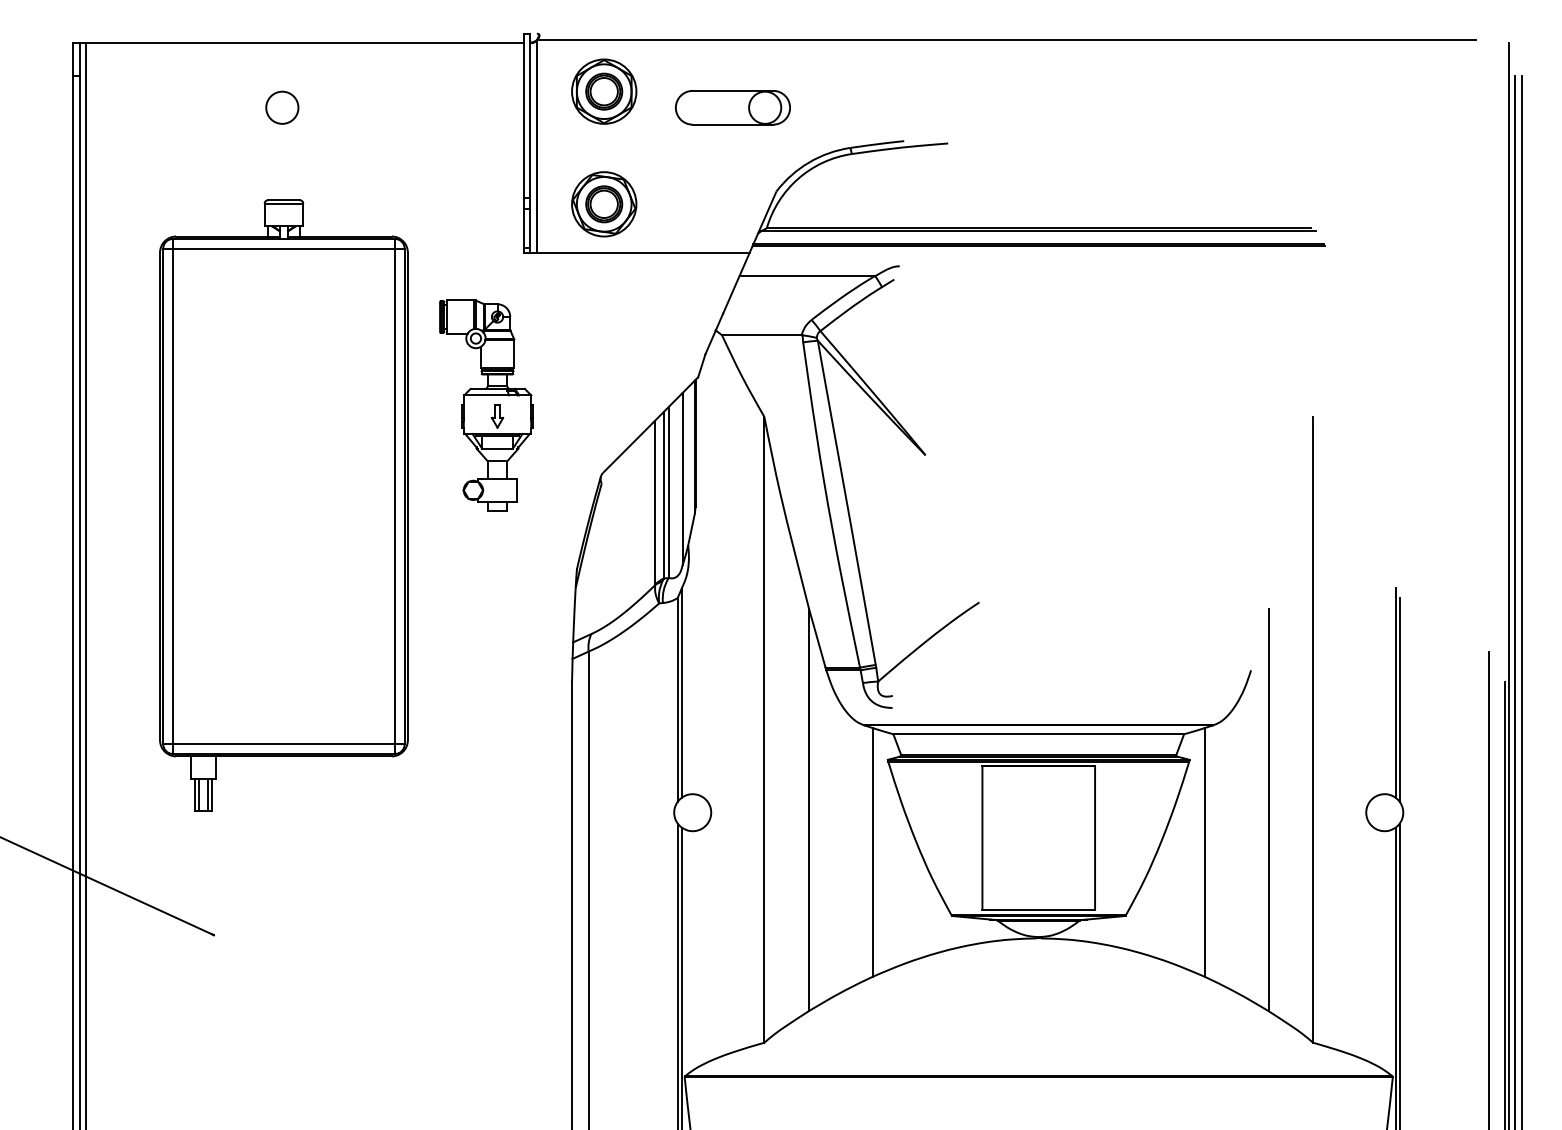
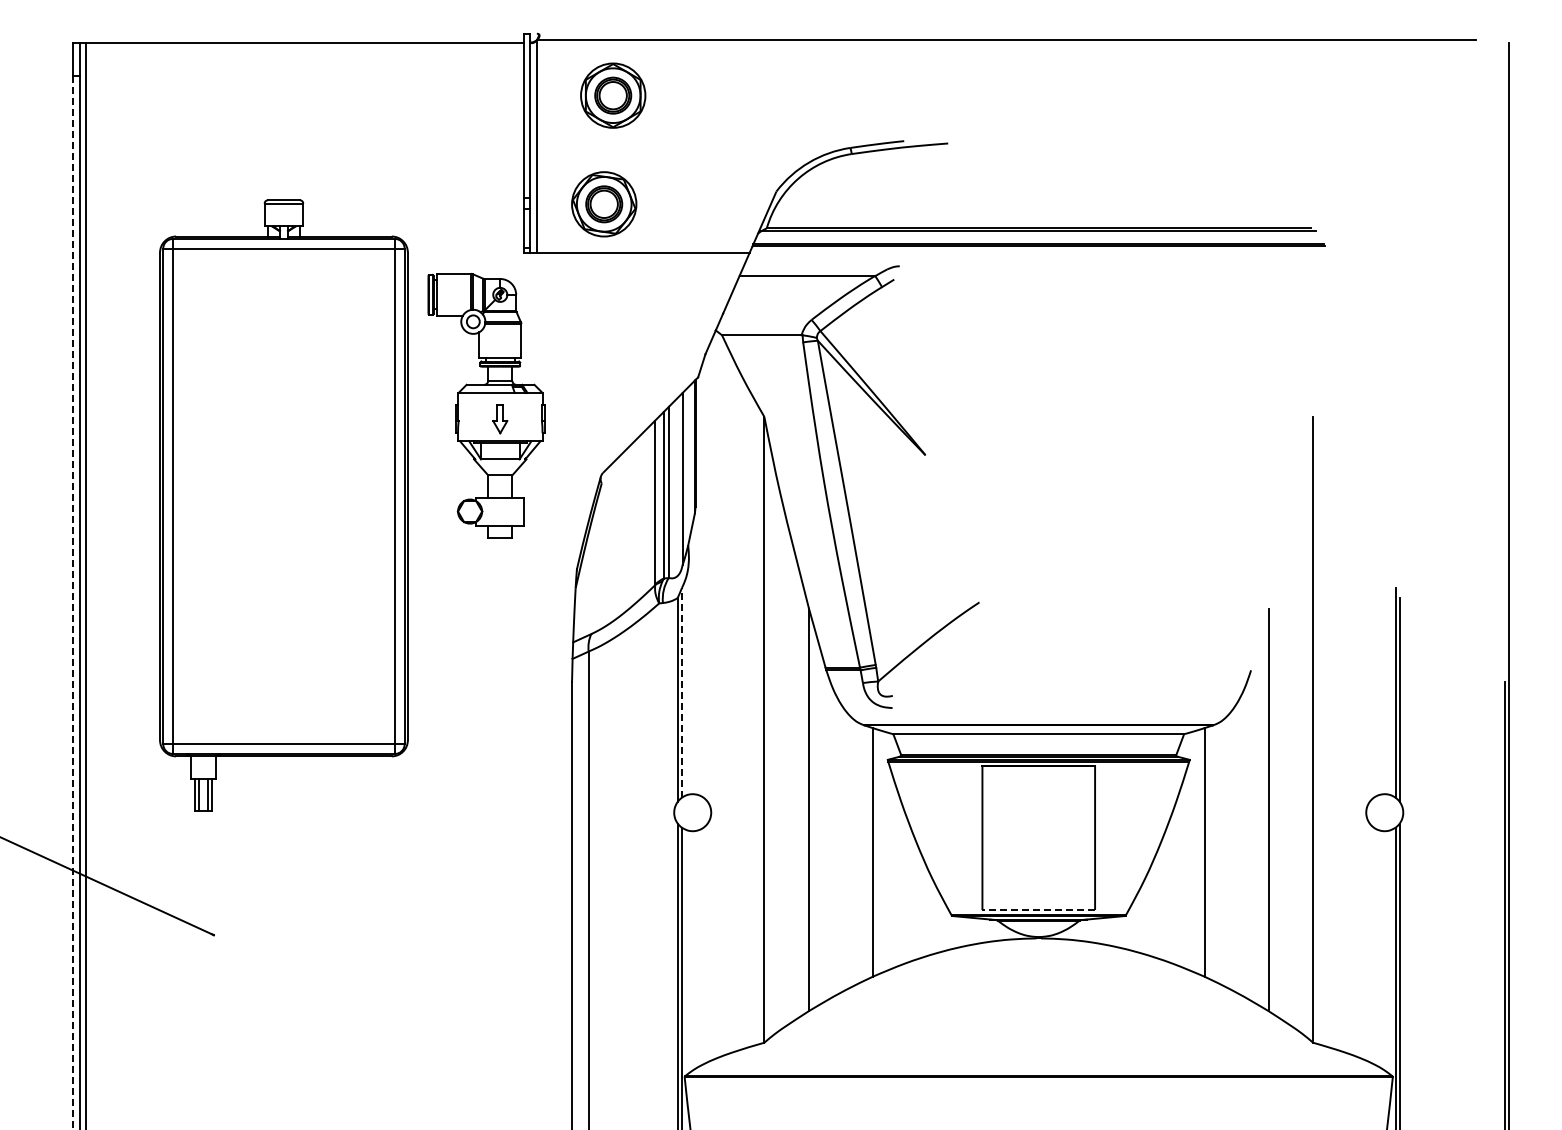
part at (604, 91) position: (604, 91) -> (613, 95)
circle at (282, 107): present -> none
part at (732, 107): present -> none
part at (486, 405) size: 95x213 px -> 119x267 px
line at (1515, 600): present -> none
line at (1521, 600): present -> none
line at (73, 602): solid -> dashed
line at (682, 692): solid -> dashed
line at (1488, 888): present -> none
line at (1038, 910): solid -> dashed
